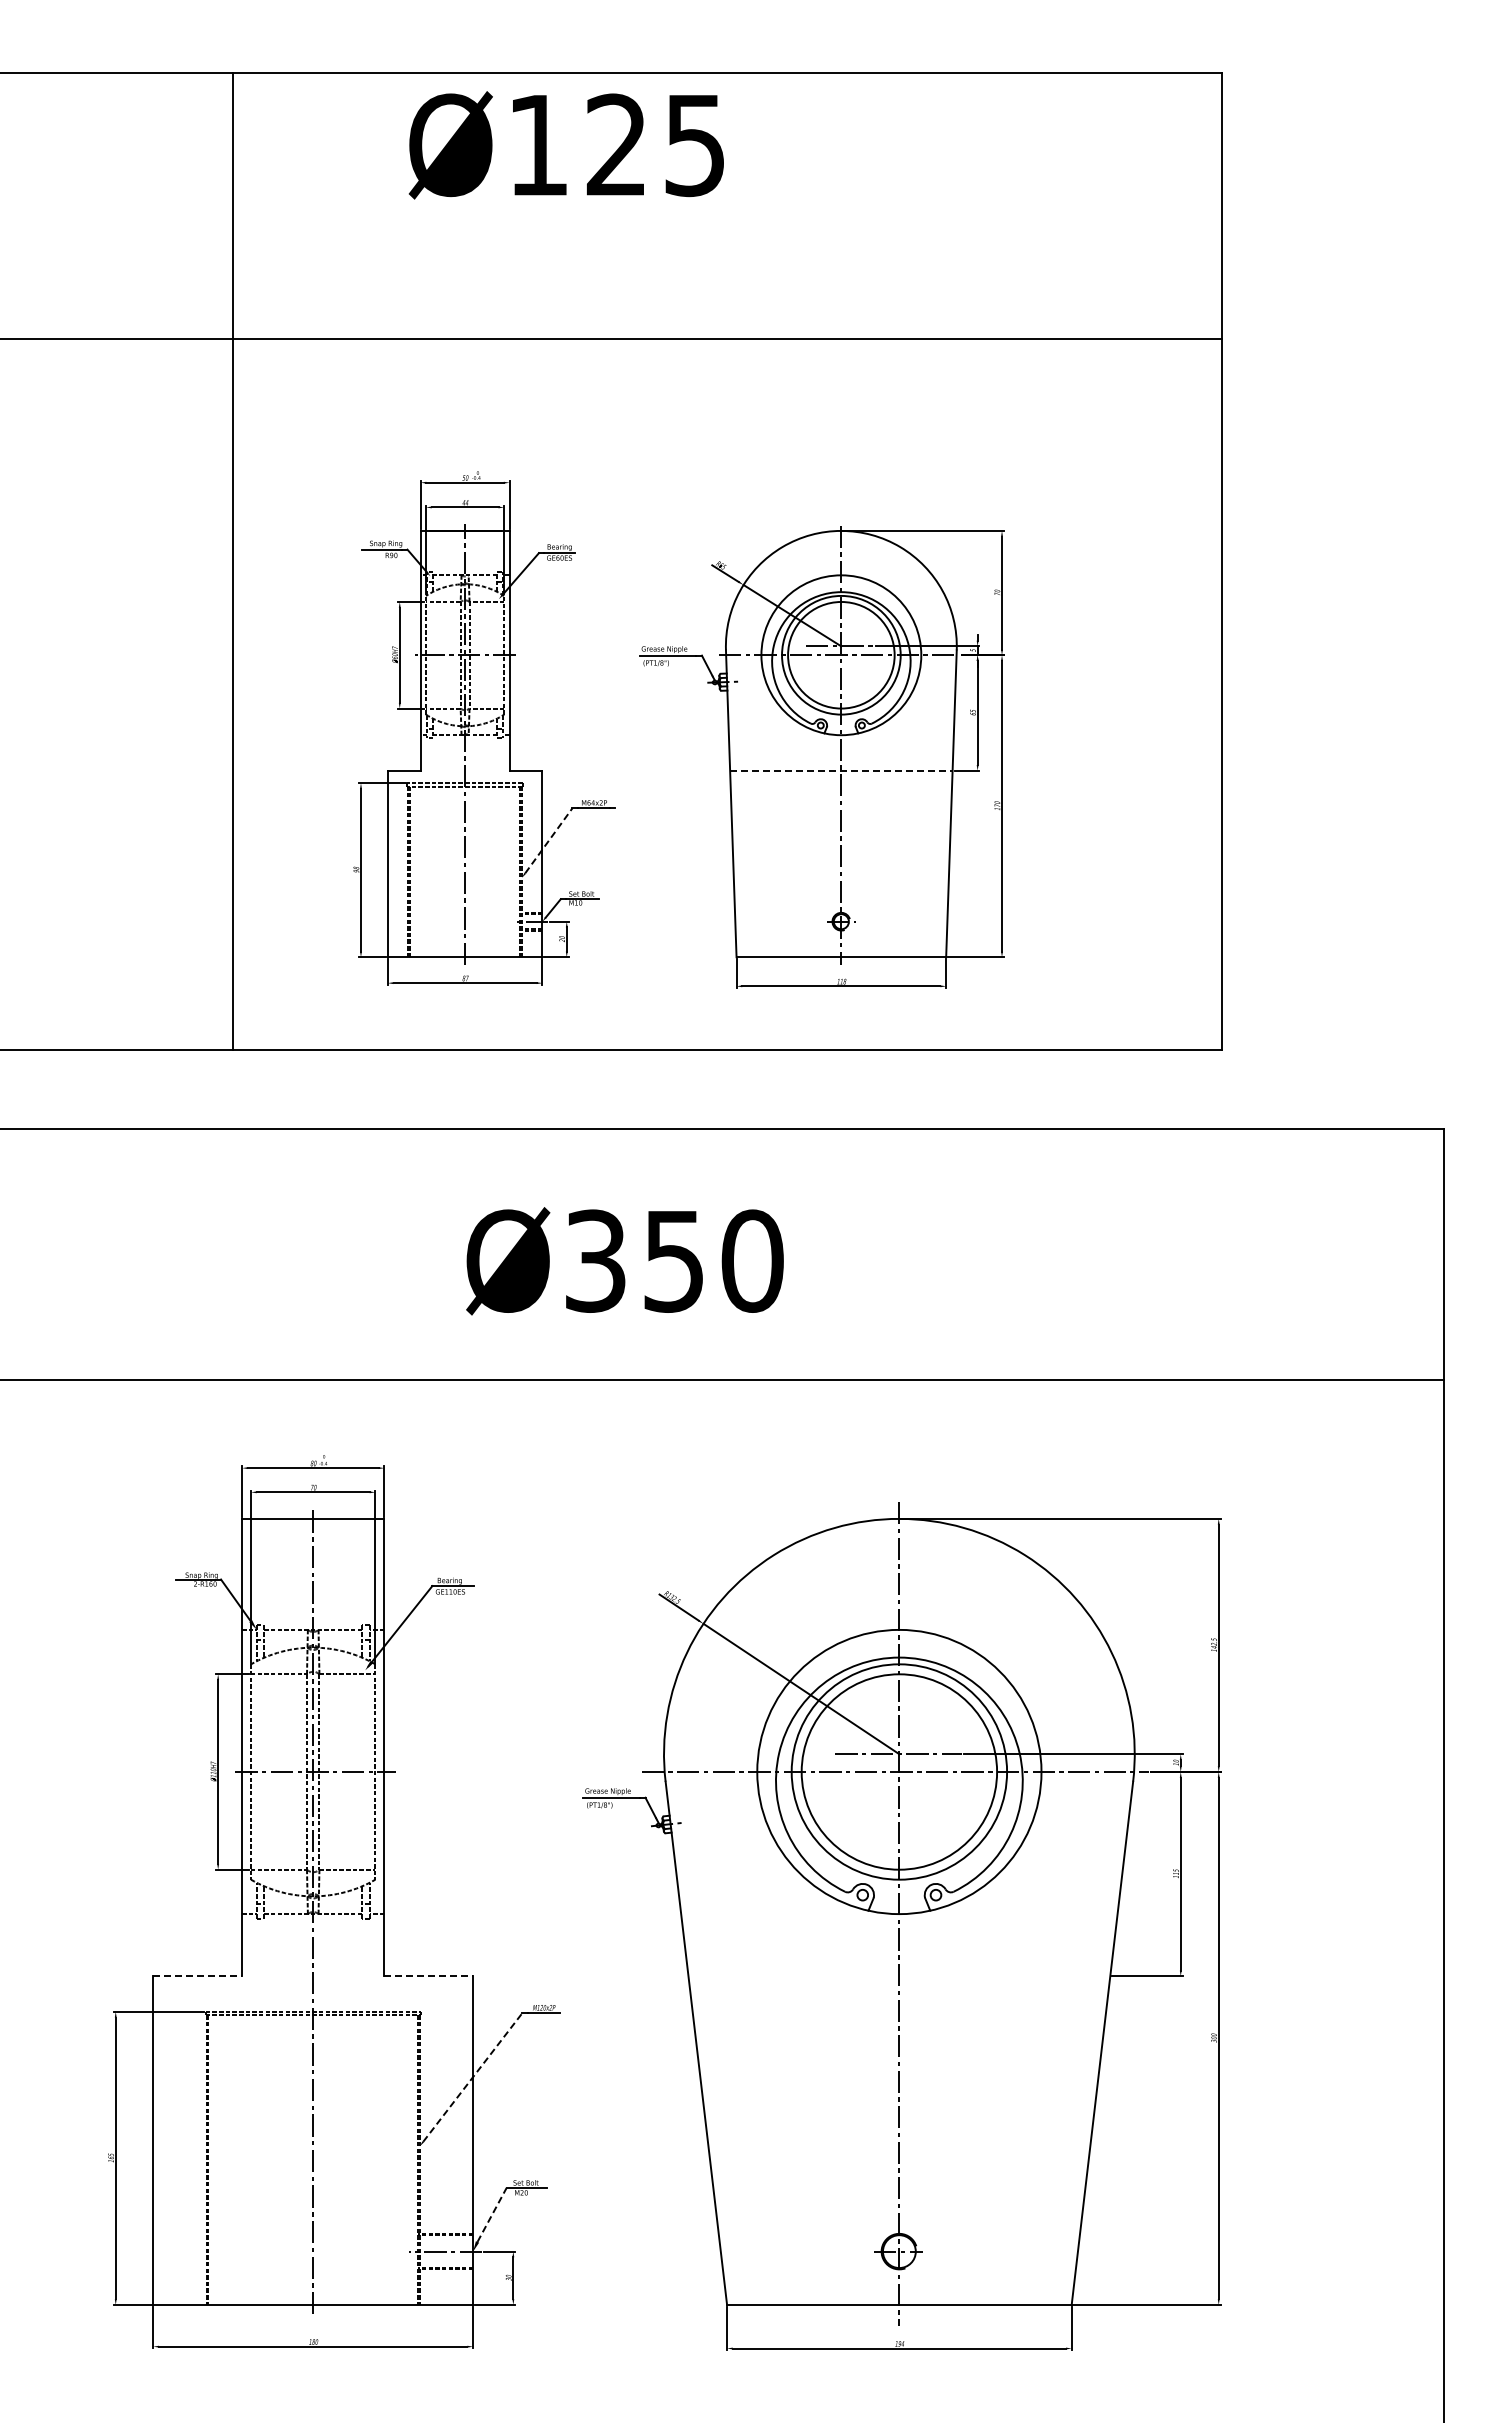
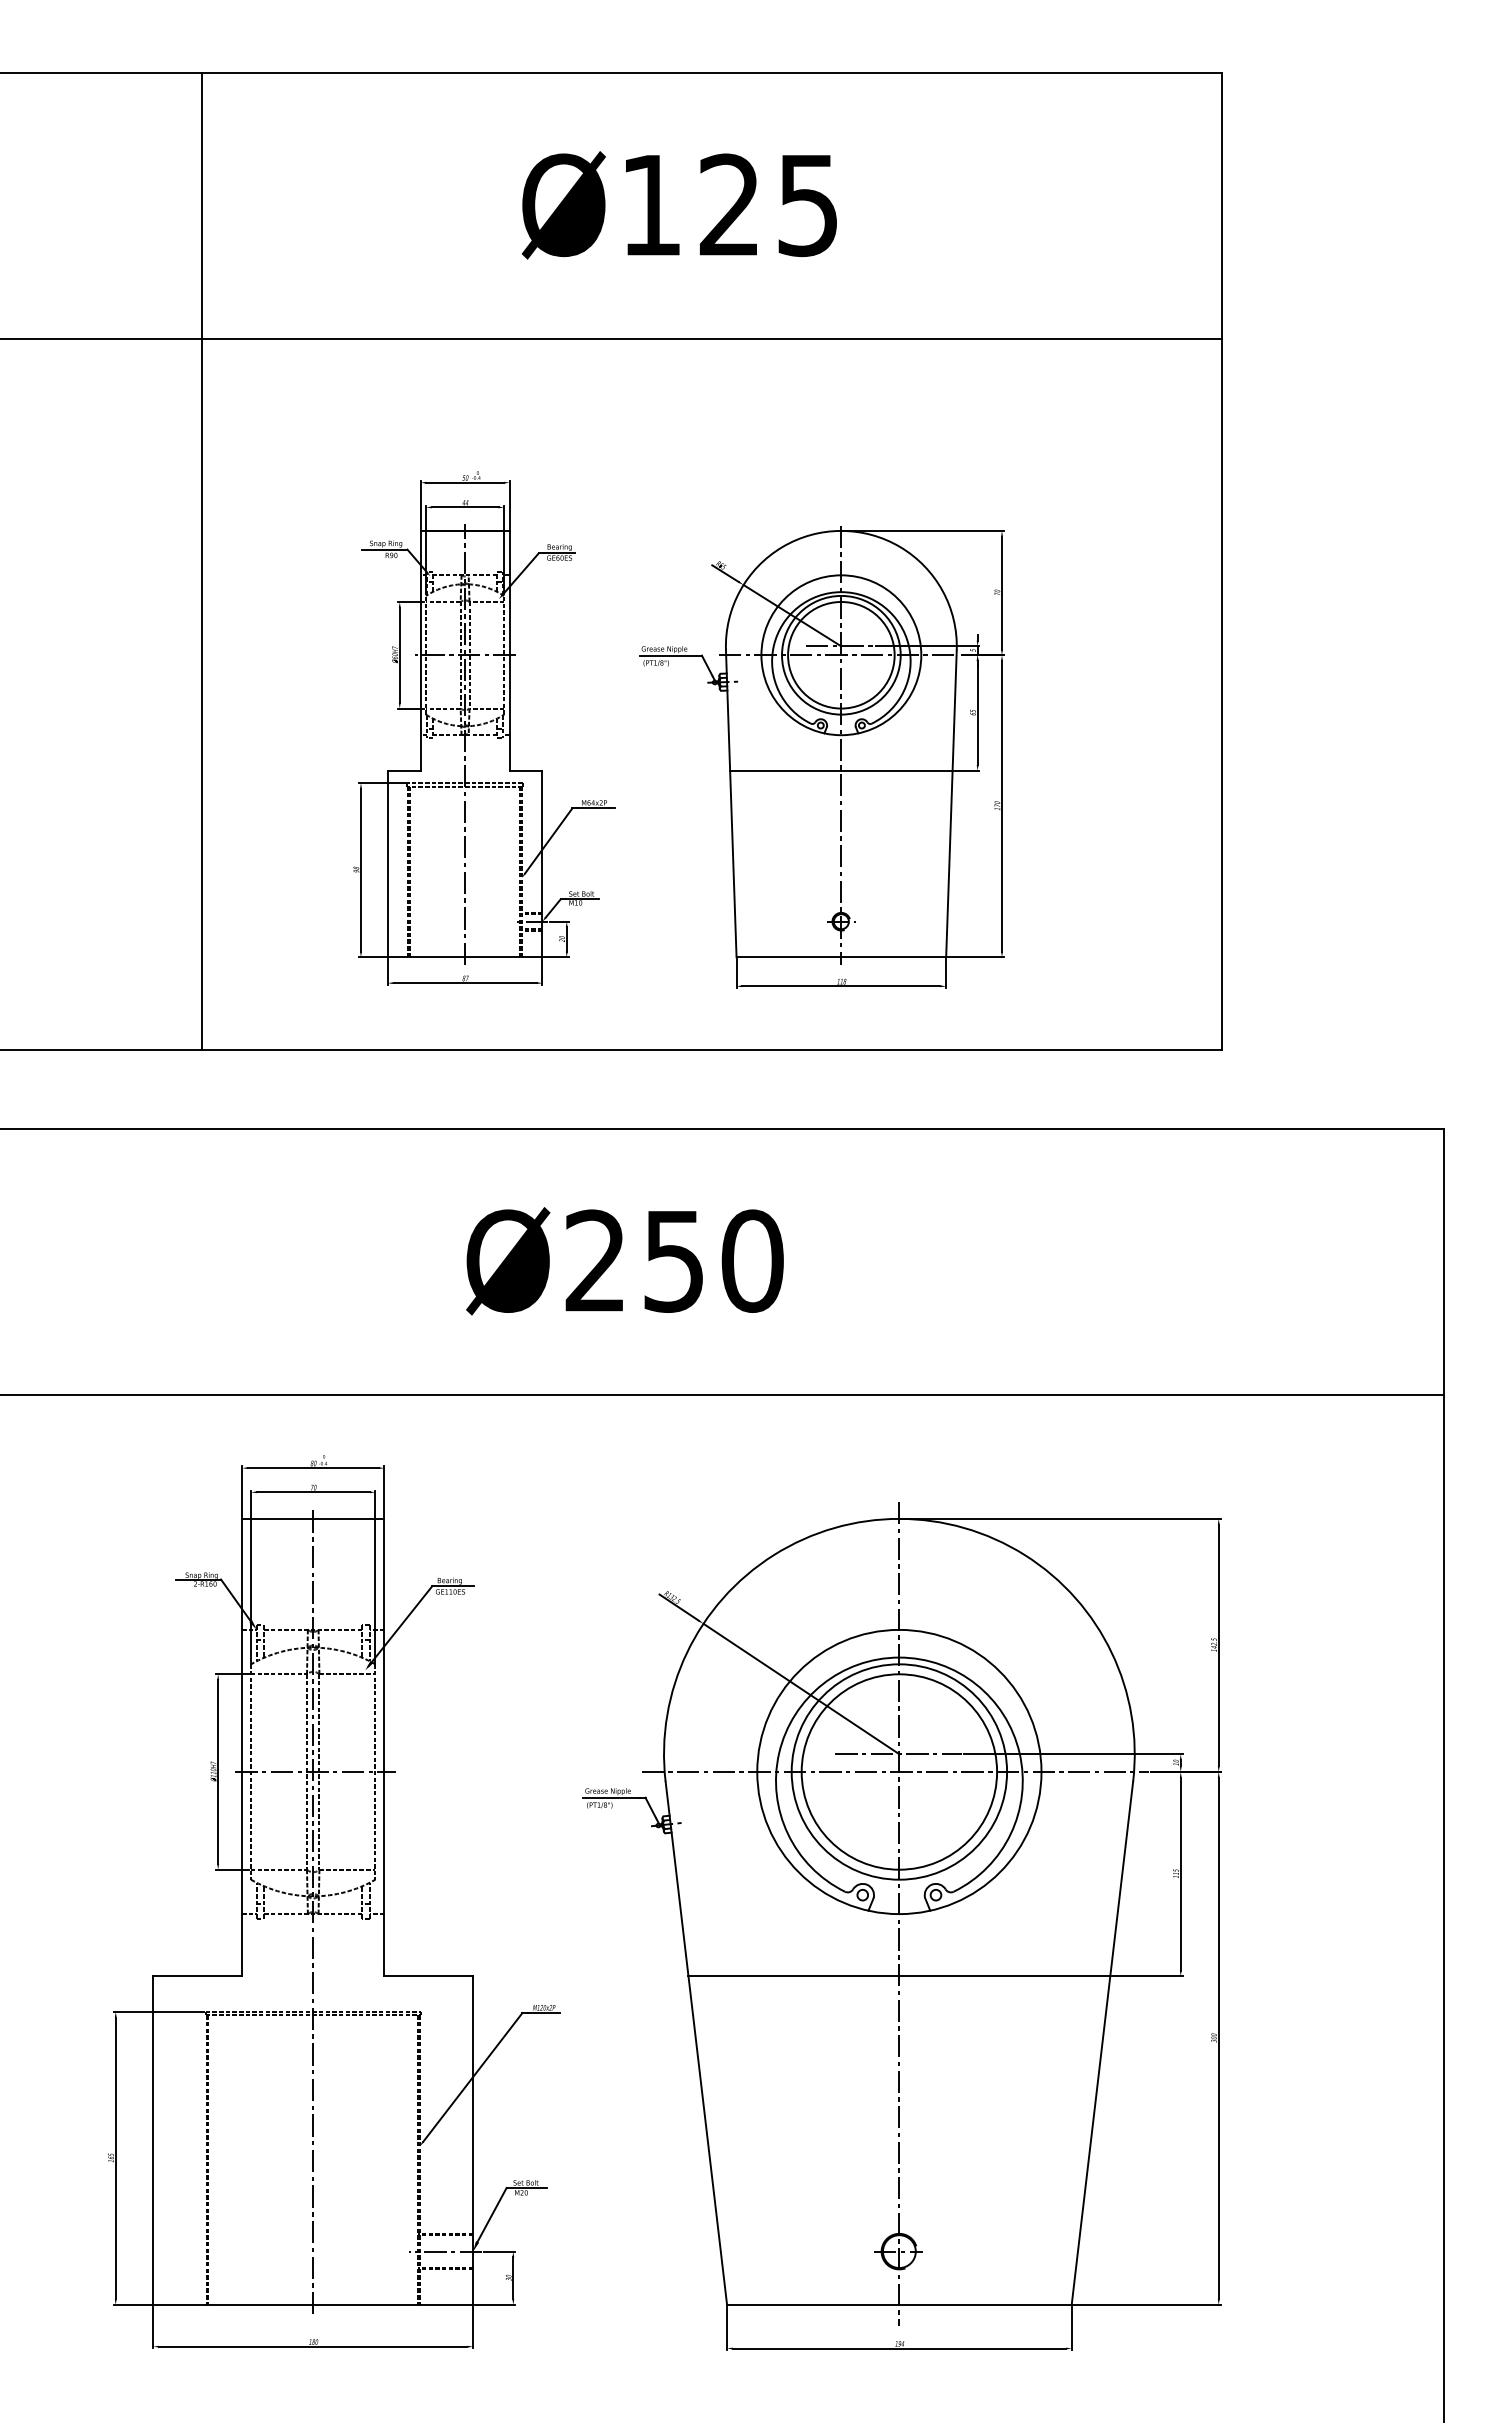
text at (565, 145) position: (565, 145) -> (678, 205)
line at (233, 560) position: (233, 560) -> (202, 560)
line at (841, 770): dashed -> solid
line at (549, 840): dashed -> solid
text at (595, 1260): Ø350 -> Ø250
line at (723, 1380) position: (723, 1380) -> (723, 1395)
line at (198, 1976): dashed -> solid
line at (429, 1976): dashed -> solid
line at (899, 1976): none -> present
line at (473, 2076): dashed -> solid
line at (492, 2214): dashed -> solid
